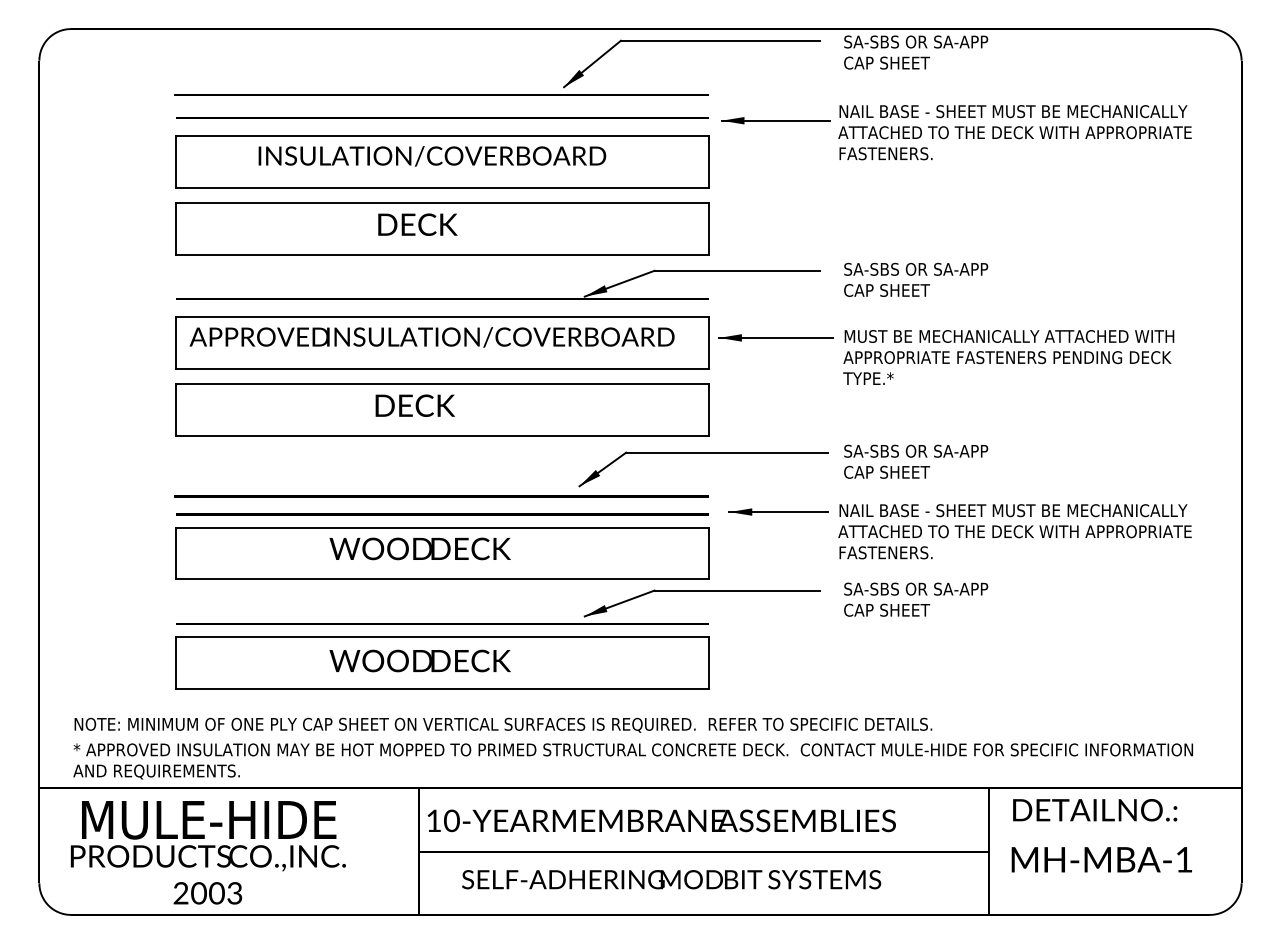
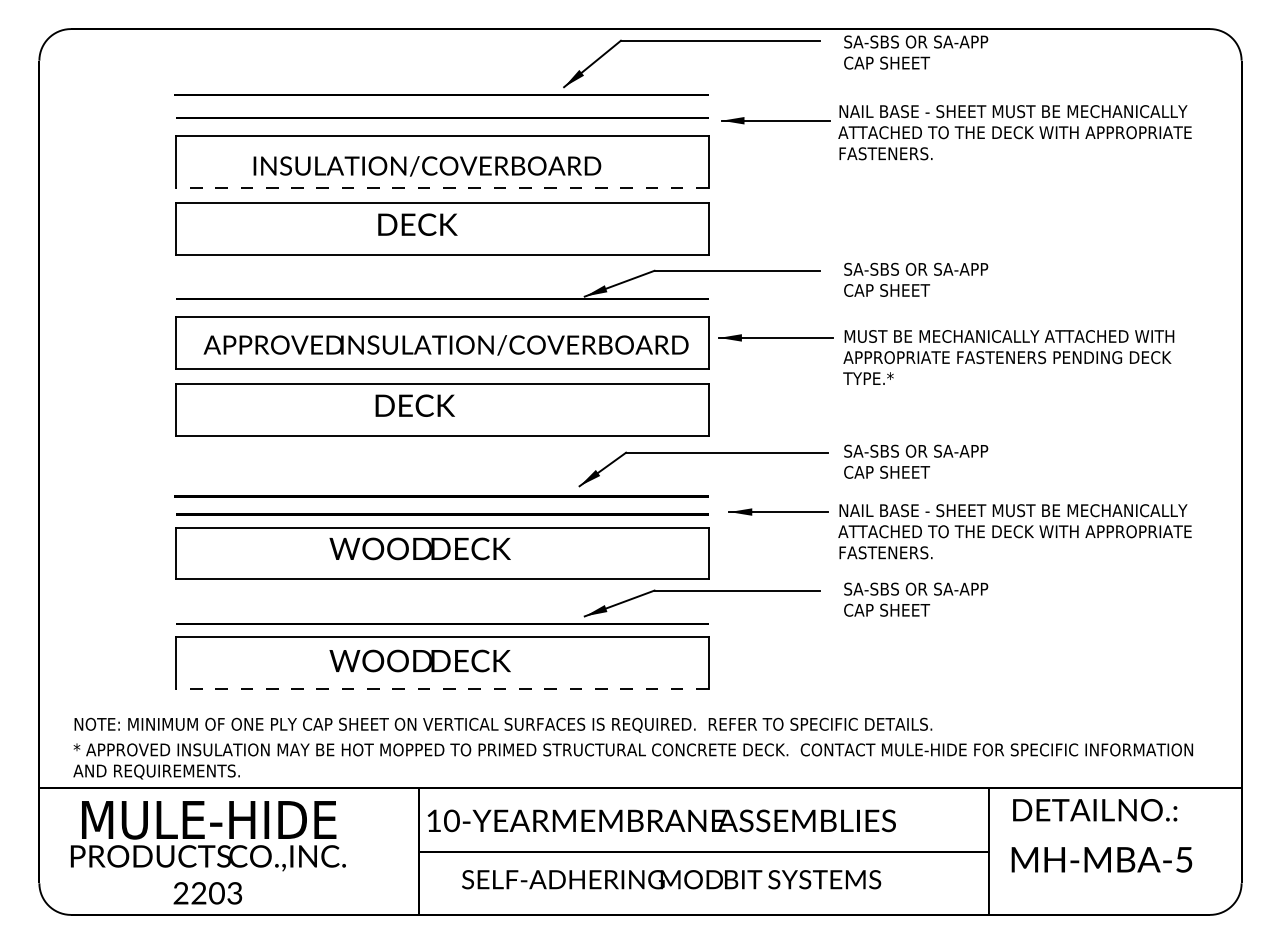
text at (432, 156) position: (432, 156) -> (427, 166)
line at (442, 187): solid -> dashed
text at (431, 337) position: (431, 337) -> (445, 345)
line at (442, 688): solid -> dashed
text at (1184, 859): MH-MBA-1 -> MH-MBA-5
text at (198, 893): 2003 -> 2203
